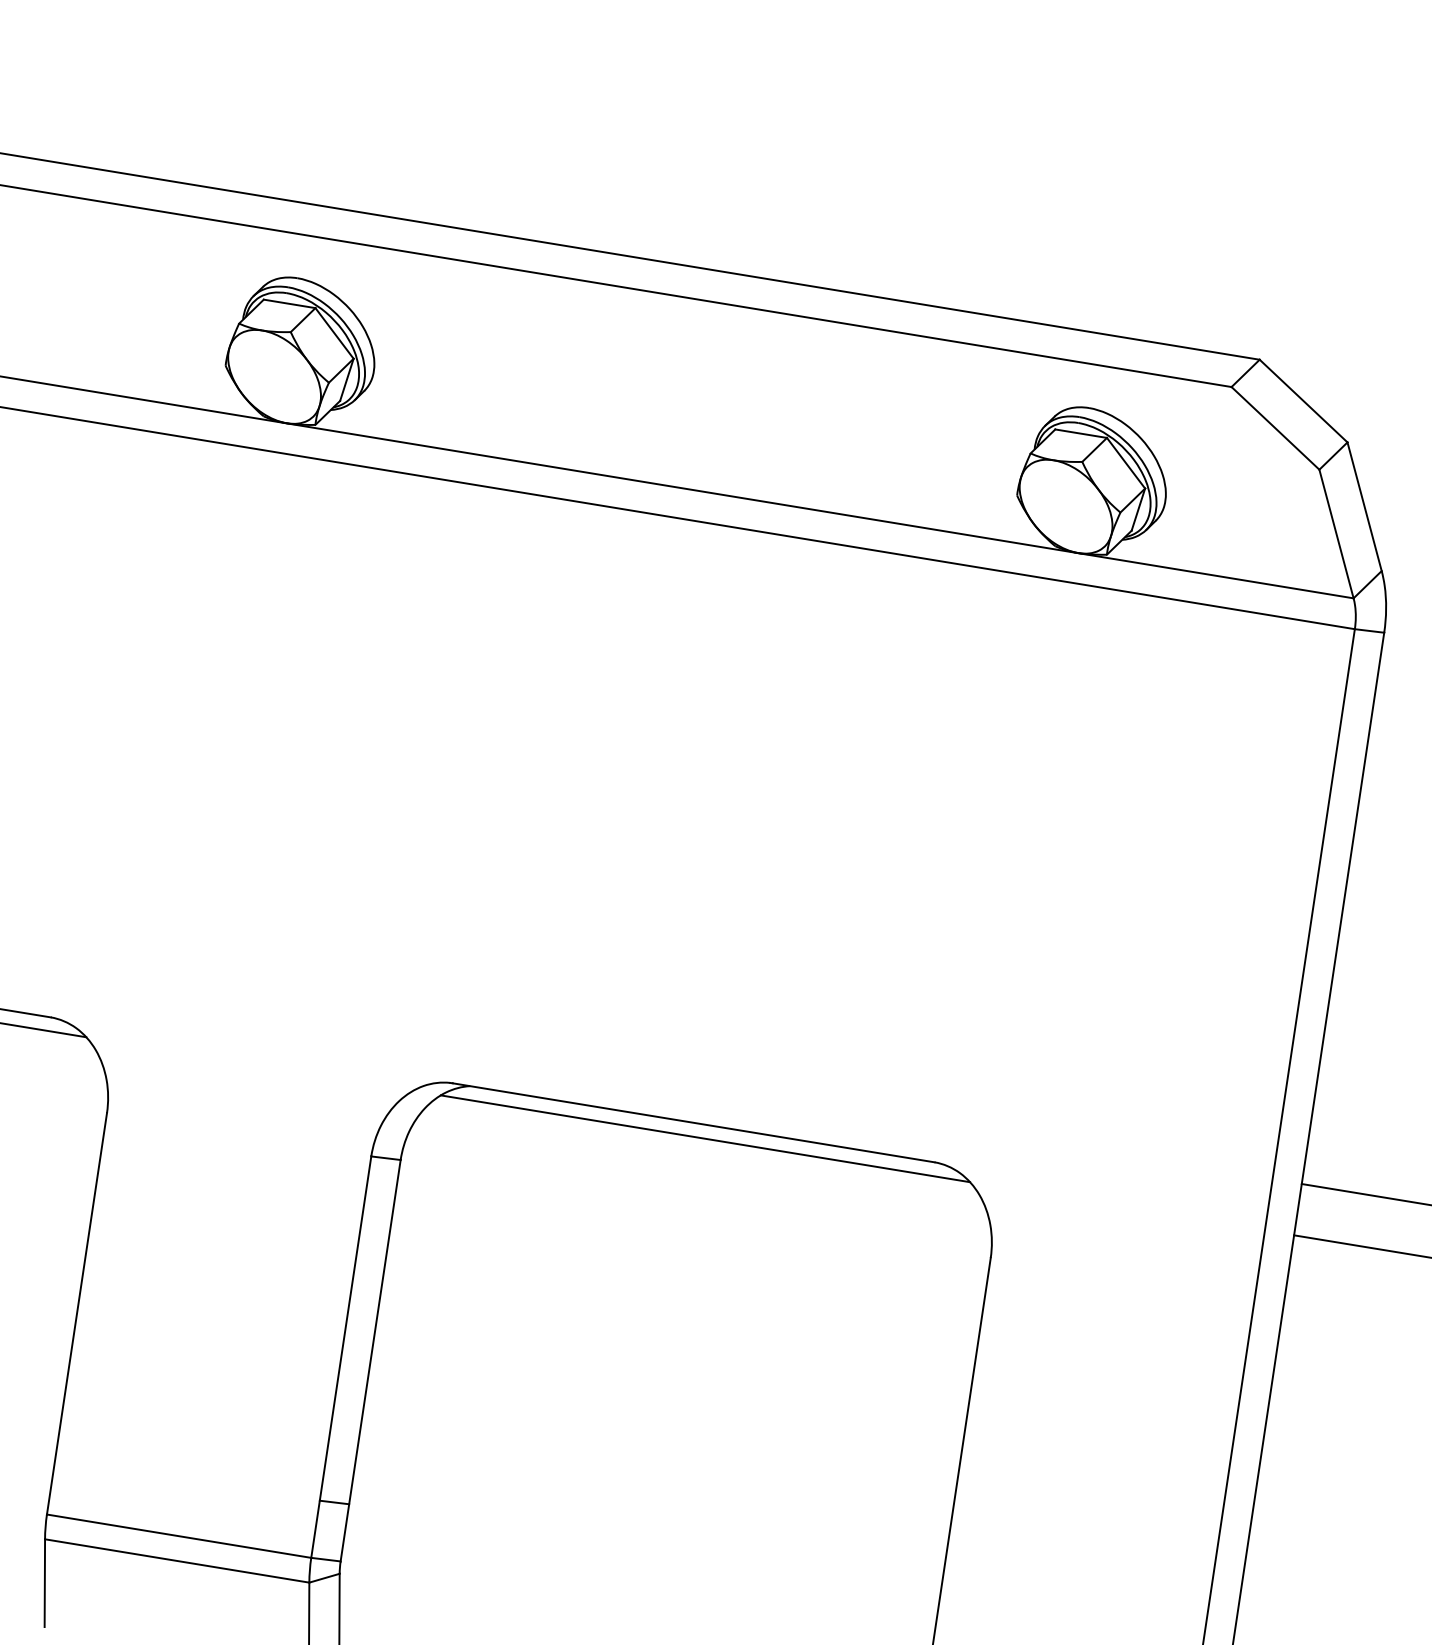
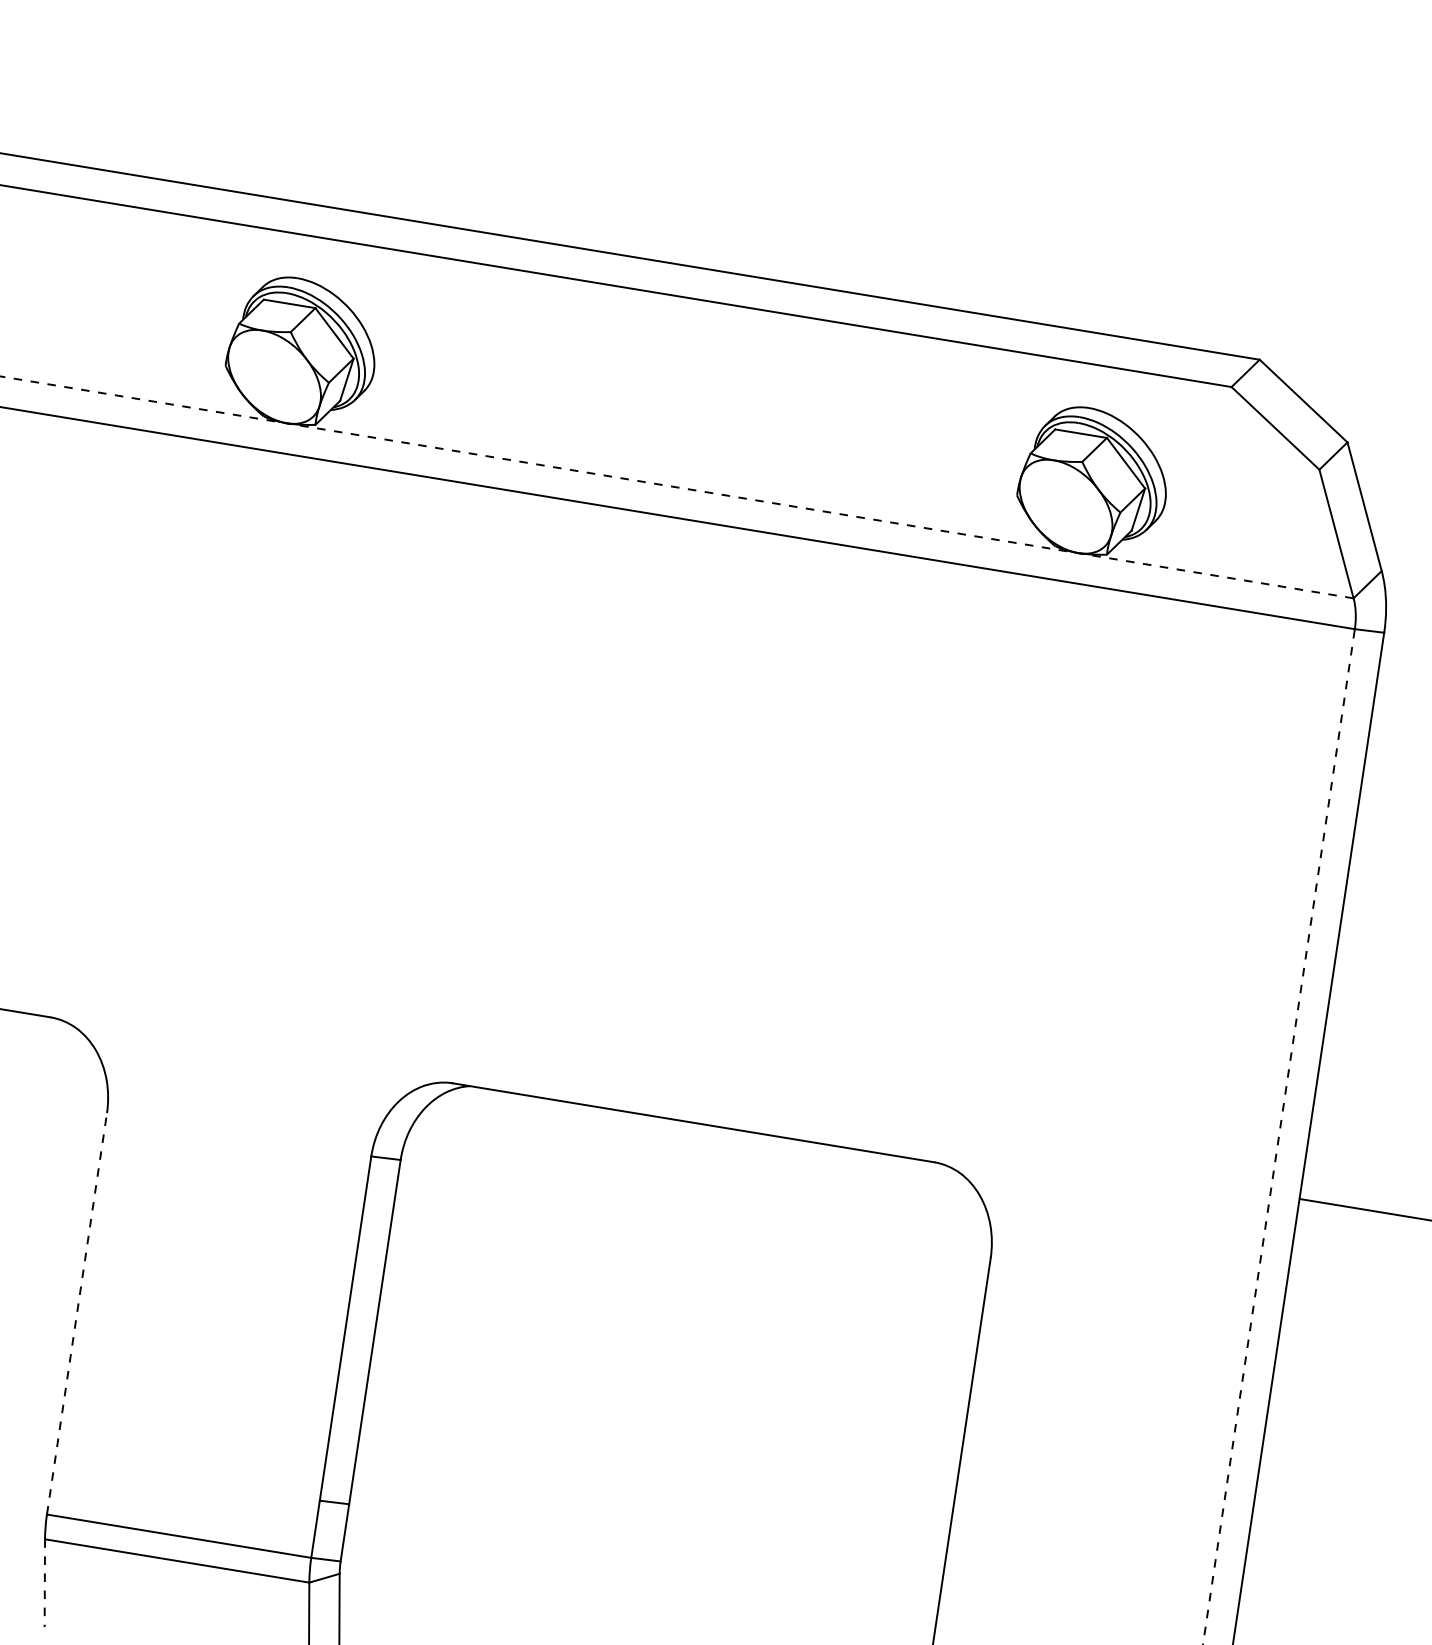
line at (676, 487): solid -> dashed
line at (44, 1030): present -> none
line at (1279, 1136): solid -> dashed
line at (705, 1138): present -> none
line at (1364, 1194) position: (1364, 1194) -> (1363, 1209)
line at (1361, 1246): present -> none
line at (77, 1313): solid -> dashed
line at (44, 1583): solid -> dashed
